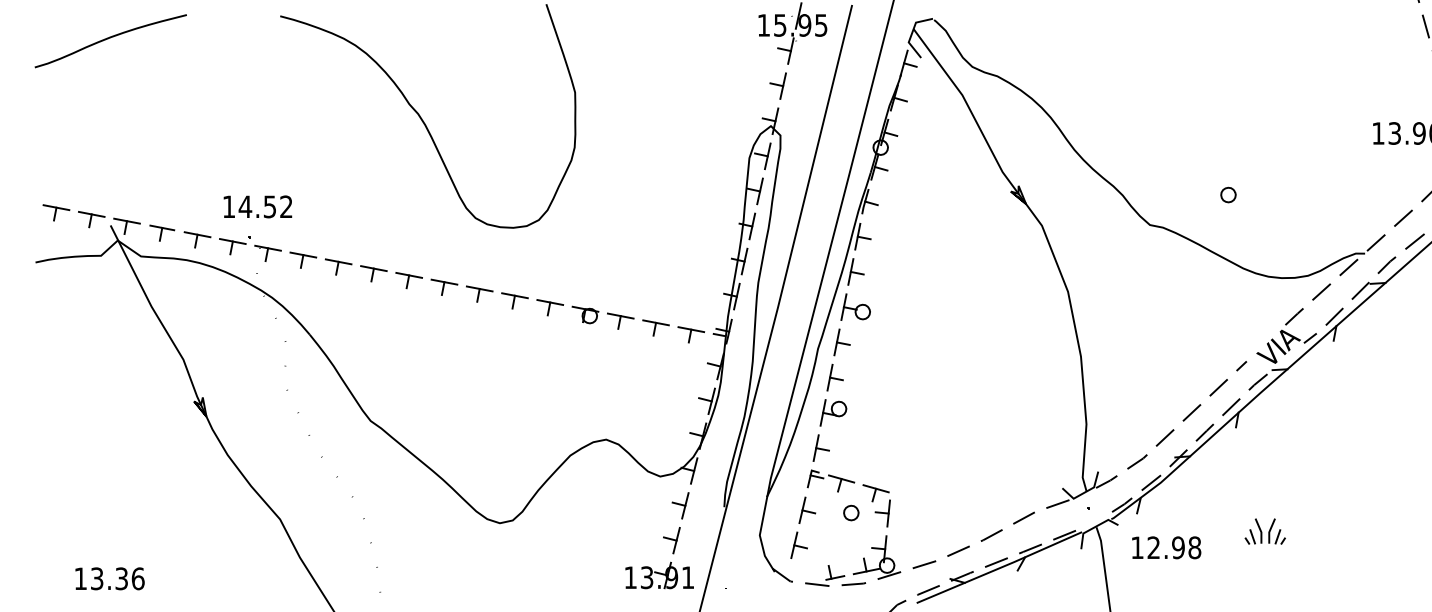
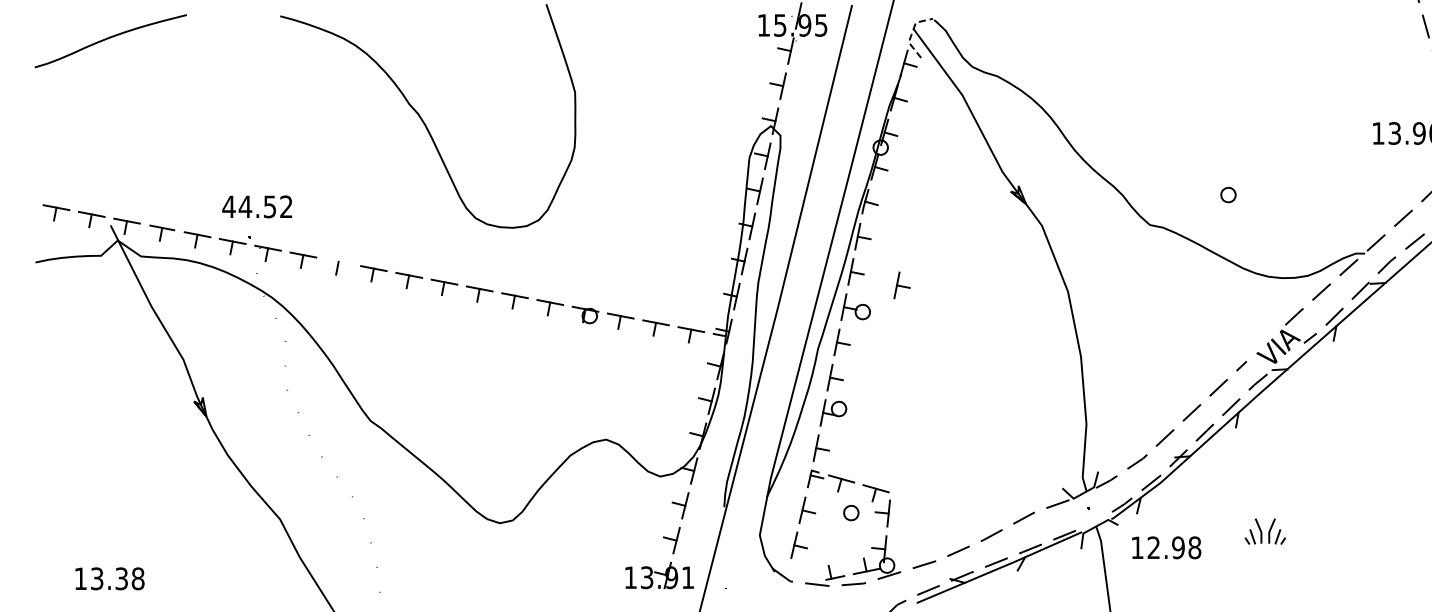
line at (912, 33): solid -> dashed
text at (228, 206): 14.52 -> 44.52
line at (338, 261): present -> none
part at (901, 285): none -> present
text at (137, 578): 13.36 -> 13.38
